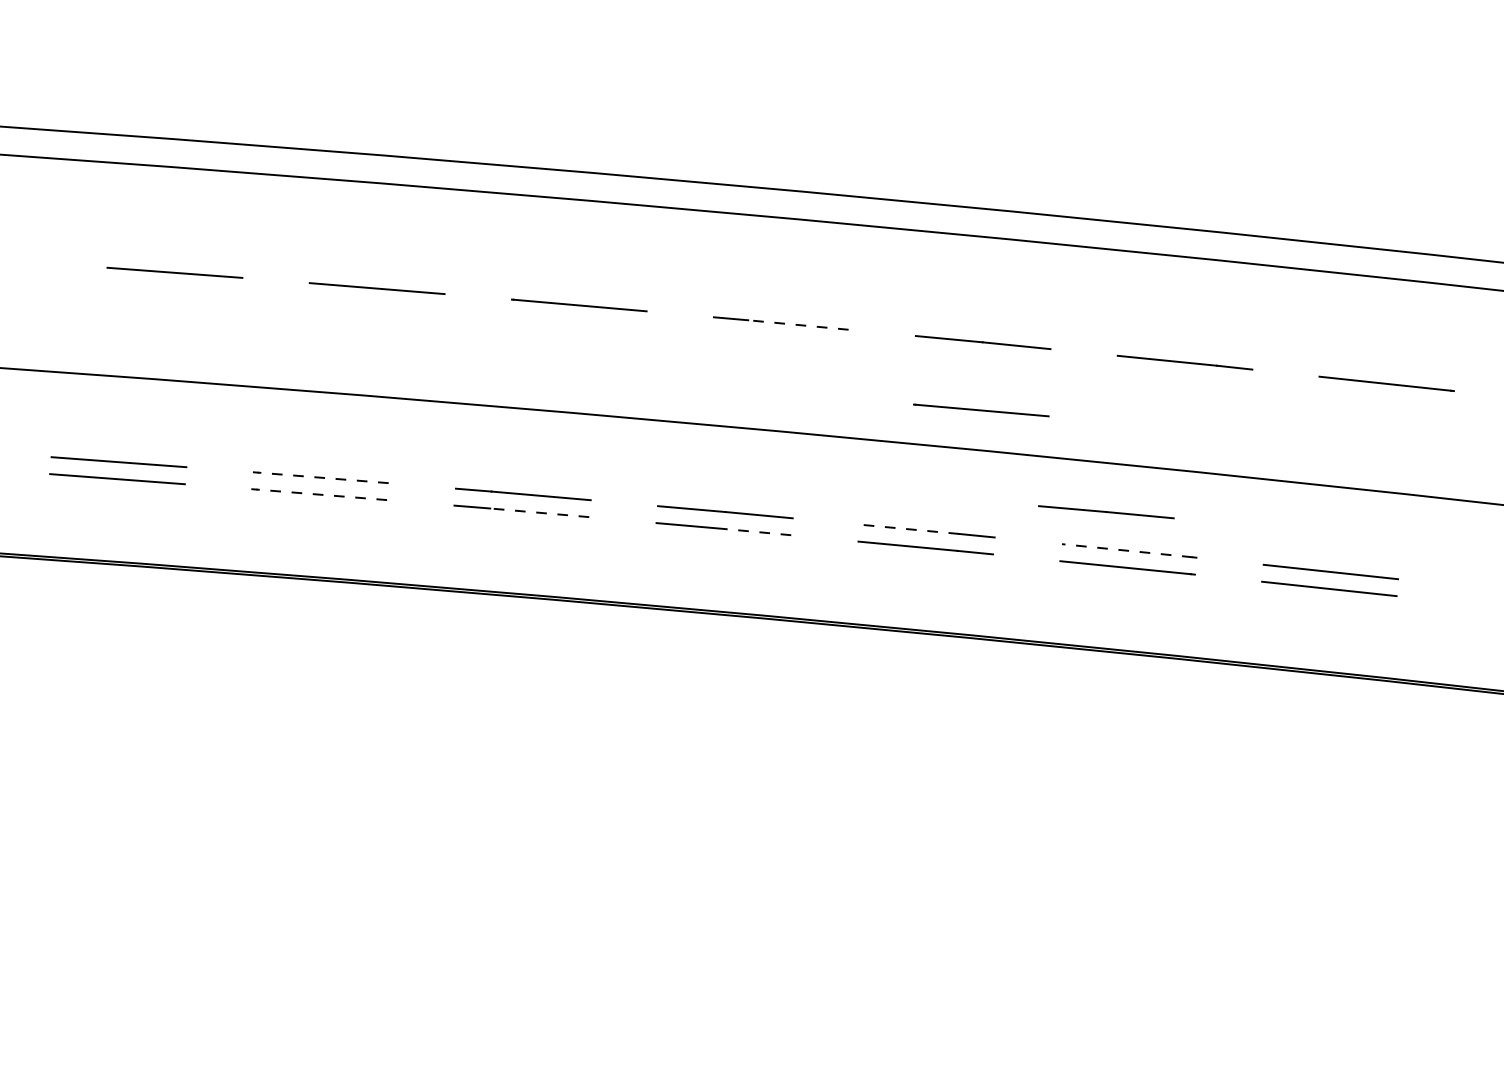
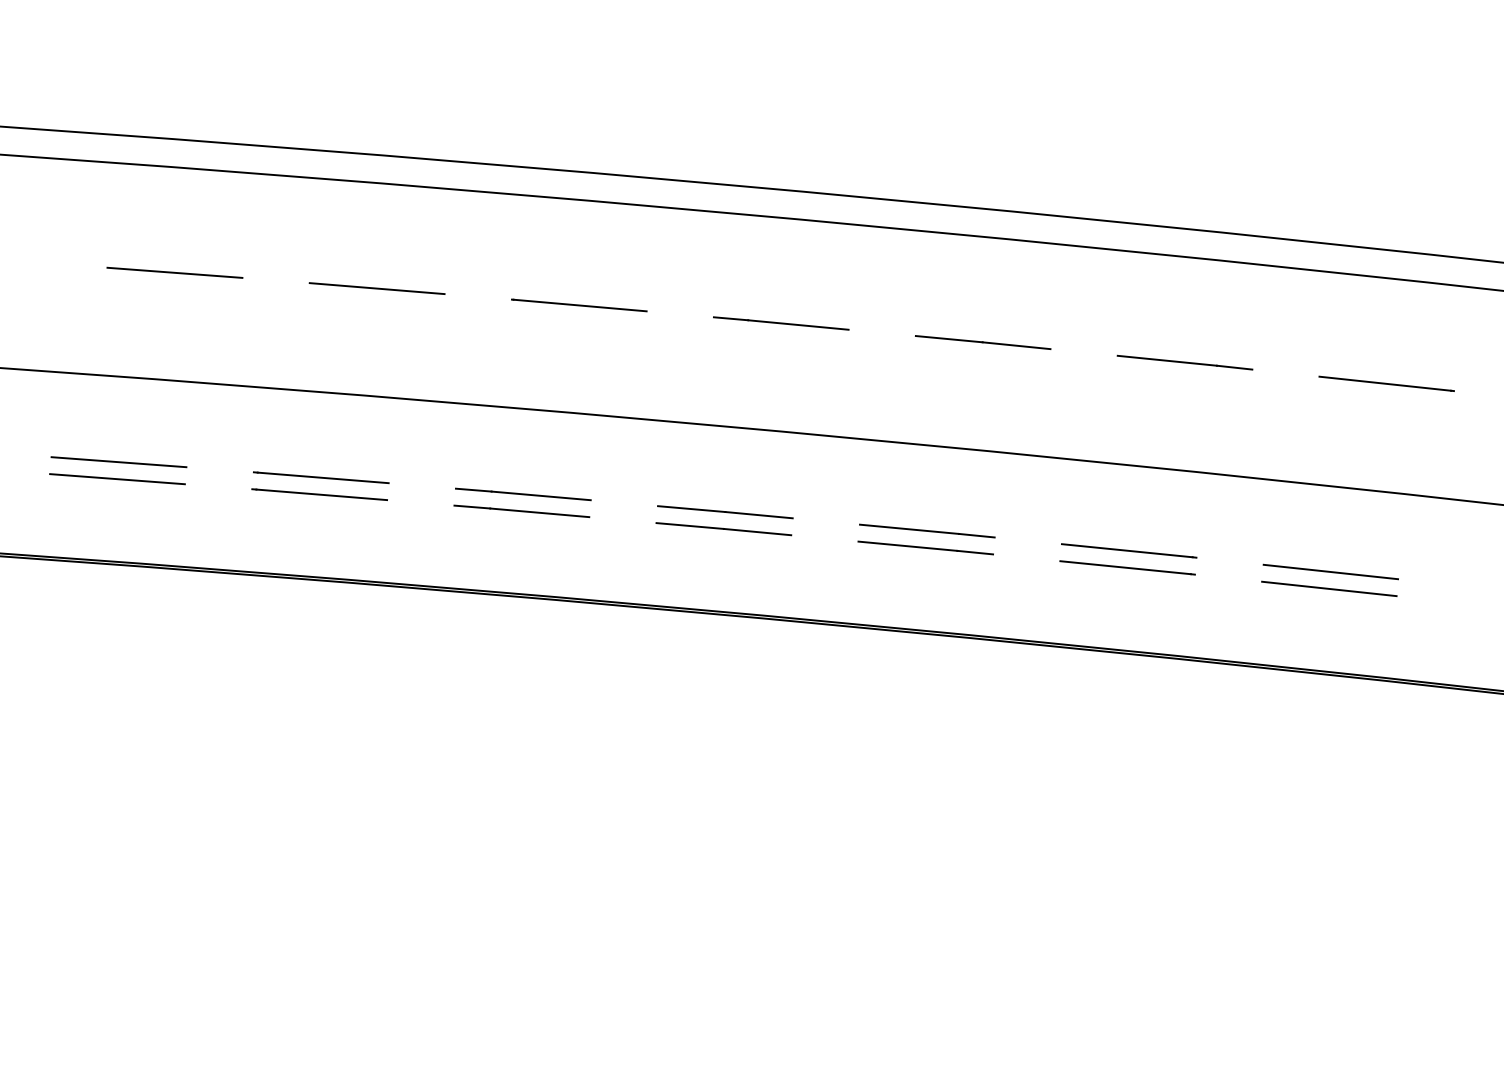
line at (797, 324): dashed -> solid
line at (981, 410): present -> none
line at (323, 477): dashed -> solid
line at (321, 494): dashed -> solid
line at (539, 512): dashed -> solid
line at (1106, 512): present -> none
line at (909, 529): dashed -> solid
line at (757, 532): dashed -> solid
line at (1127, 550): dashed -> solid
